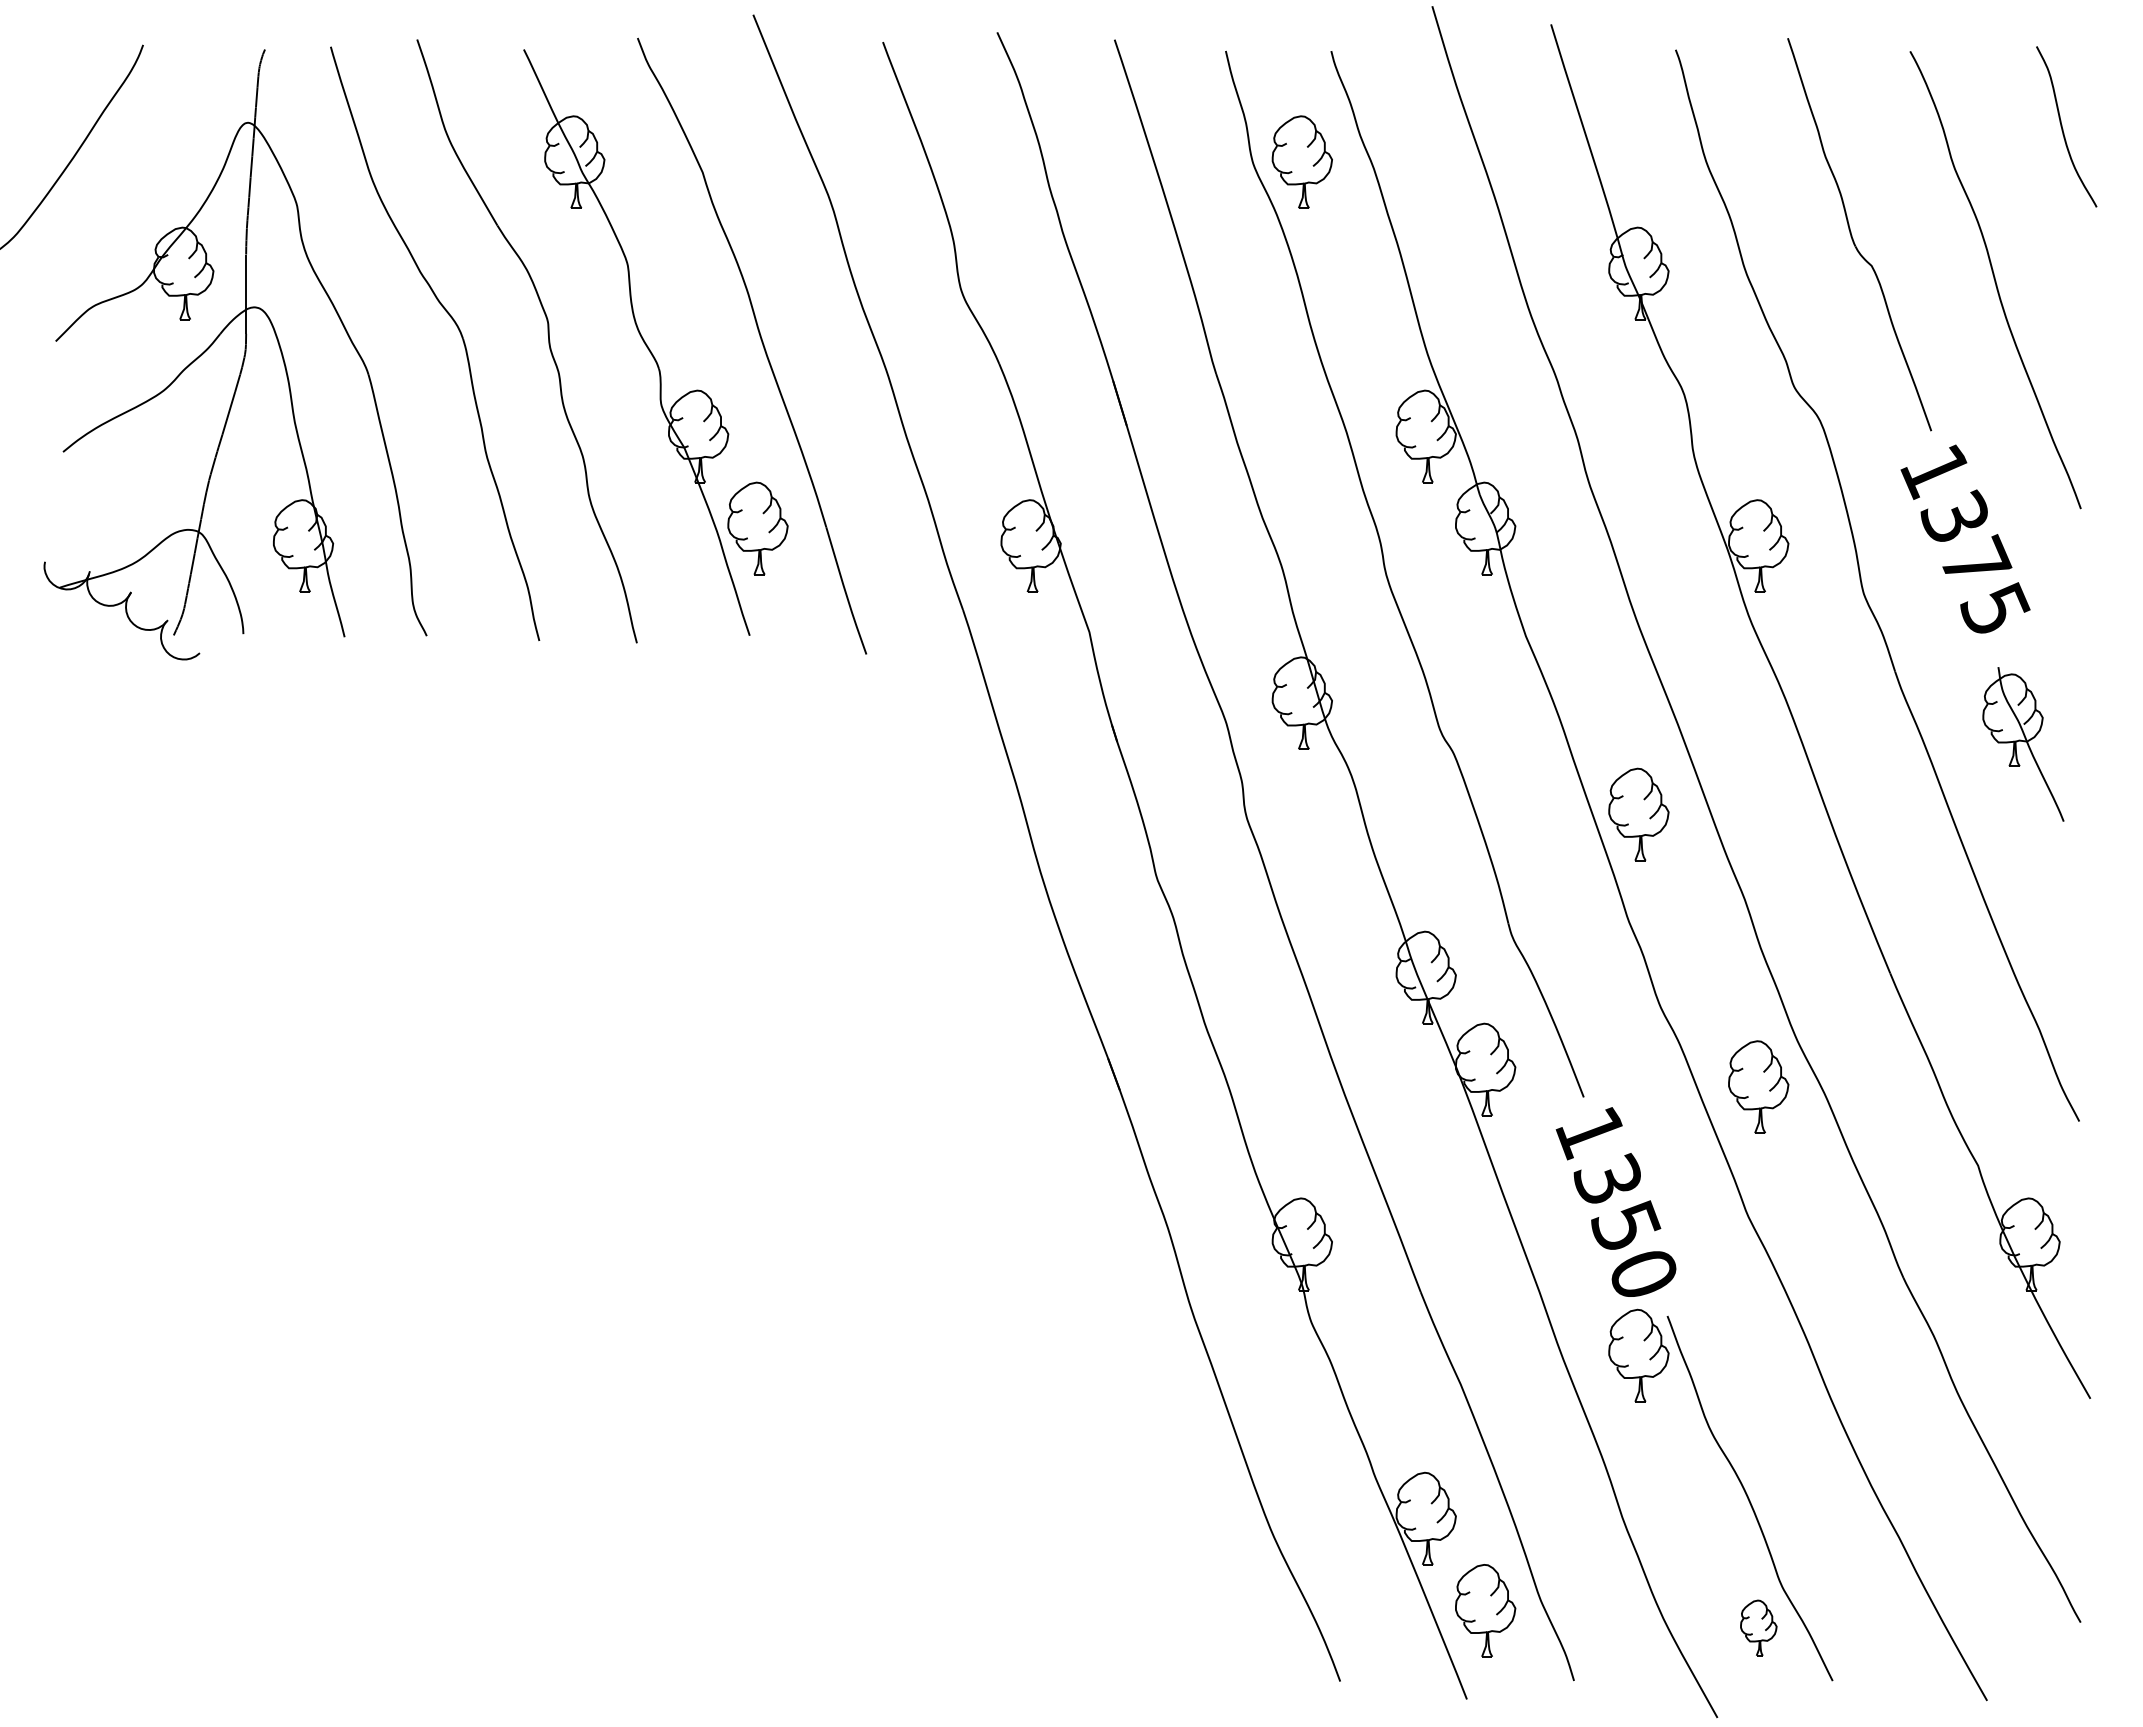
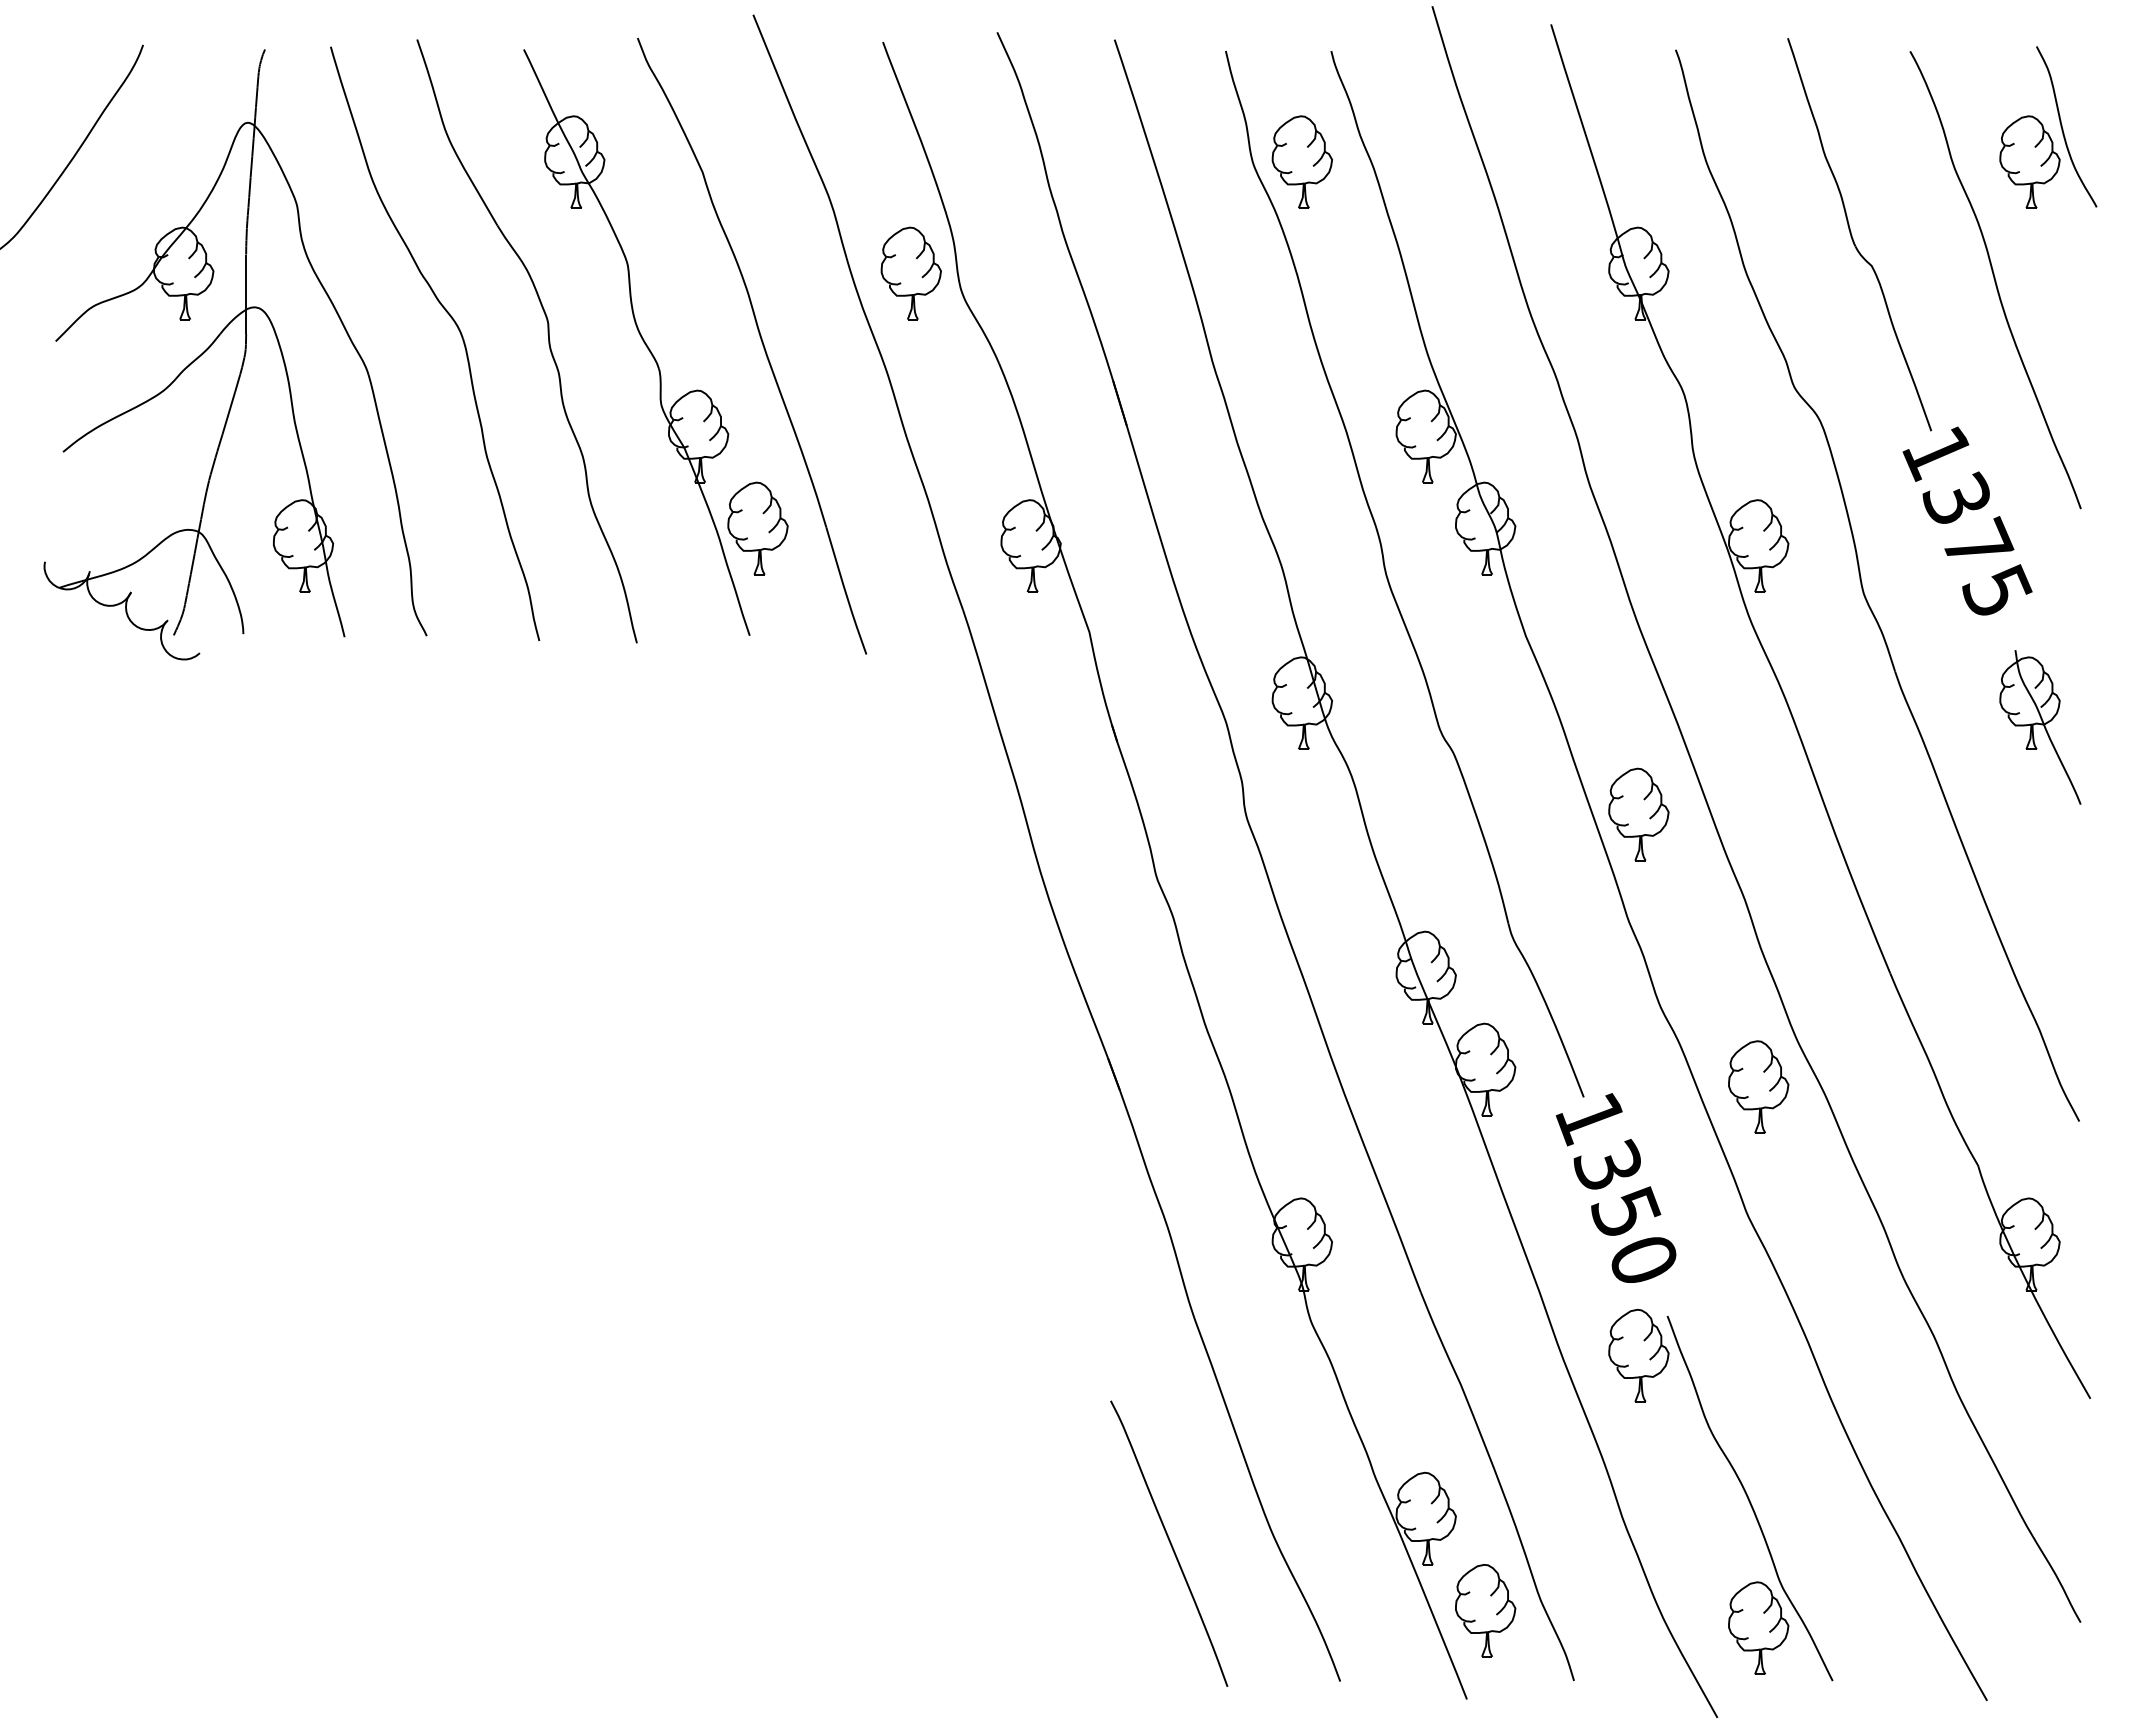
part at (2029, 161): none -> present
part at (910, 273): none -> present
text at (1965, 538) position: (1965, 538) -> (1967, 520)
part at (2023, 744) position: (2023, 744) -> (2040, 727)
text at (1615, 1201) position: (1615, 1201) -> (1615, 1187)
curve at (1169, 1543): none -> present
part at (1758, 1627) size: 38x58 px -> 62x94 px
